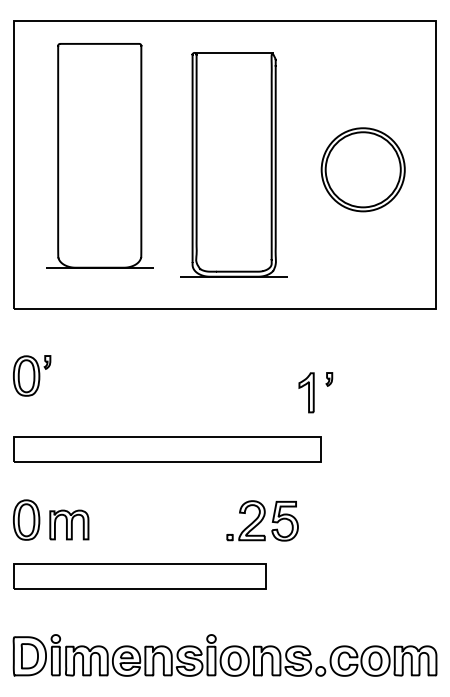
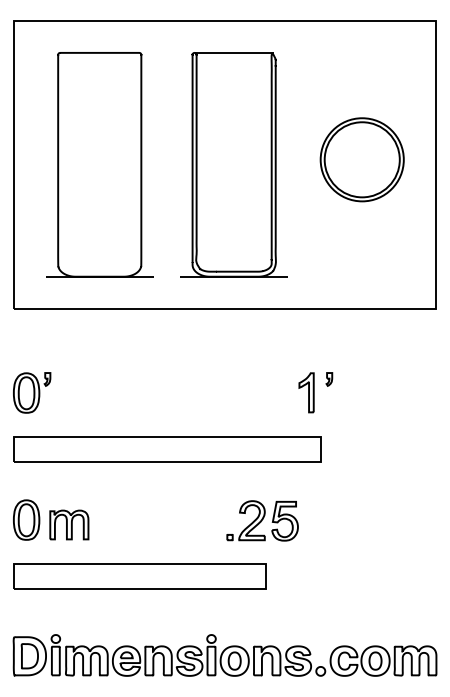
part at (99, 155) position: (99, 155) -> (99, 164)
part at (362, 169) position: (362, 169) -> (361, 159)
part at (32, 375) position: (32, 375) -> (32, 392)
